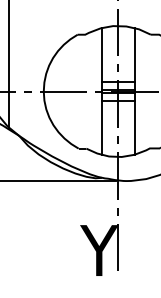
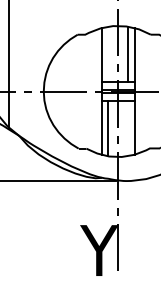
line at (128, 54): none -> present
line at (107, 128): none -> present
